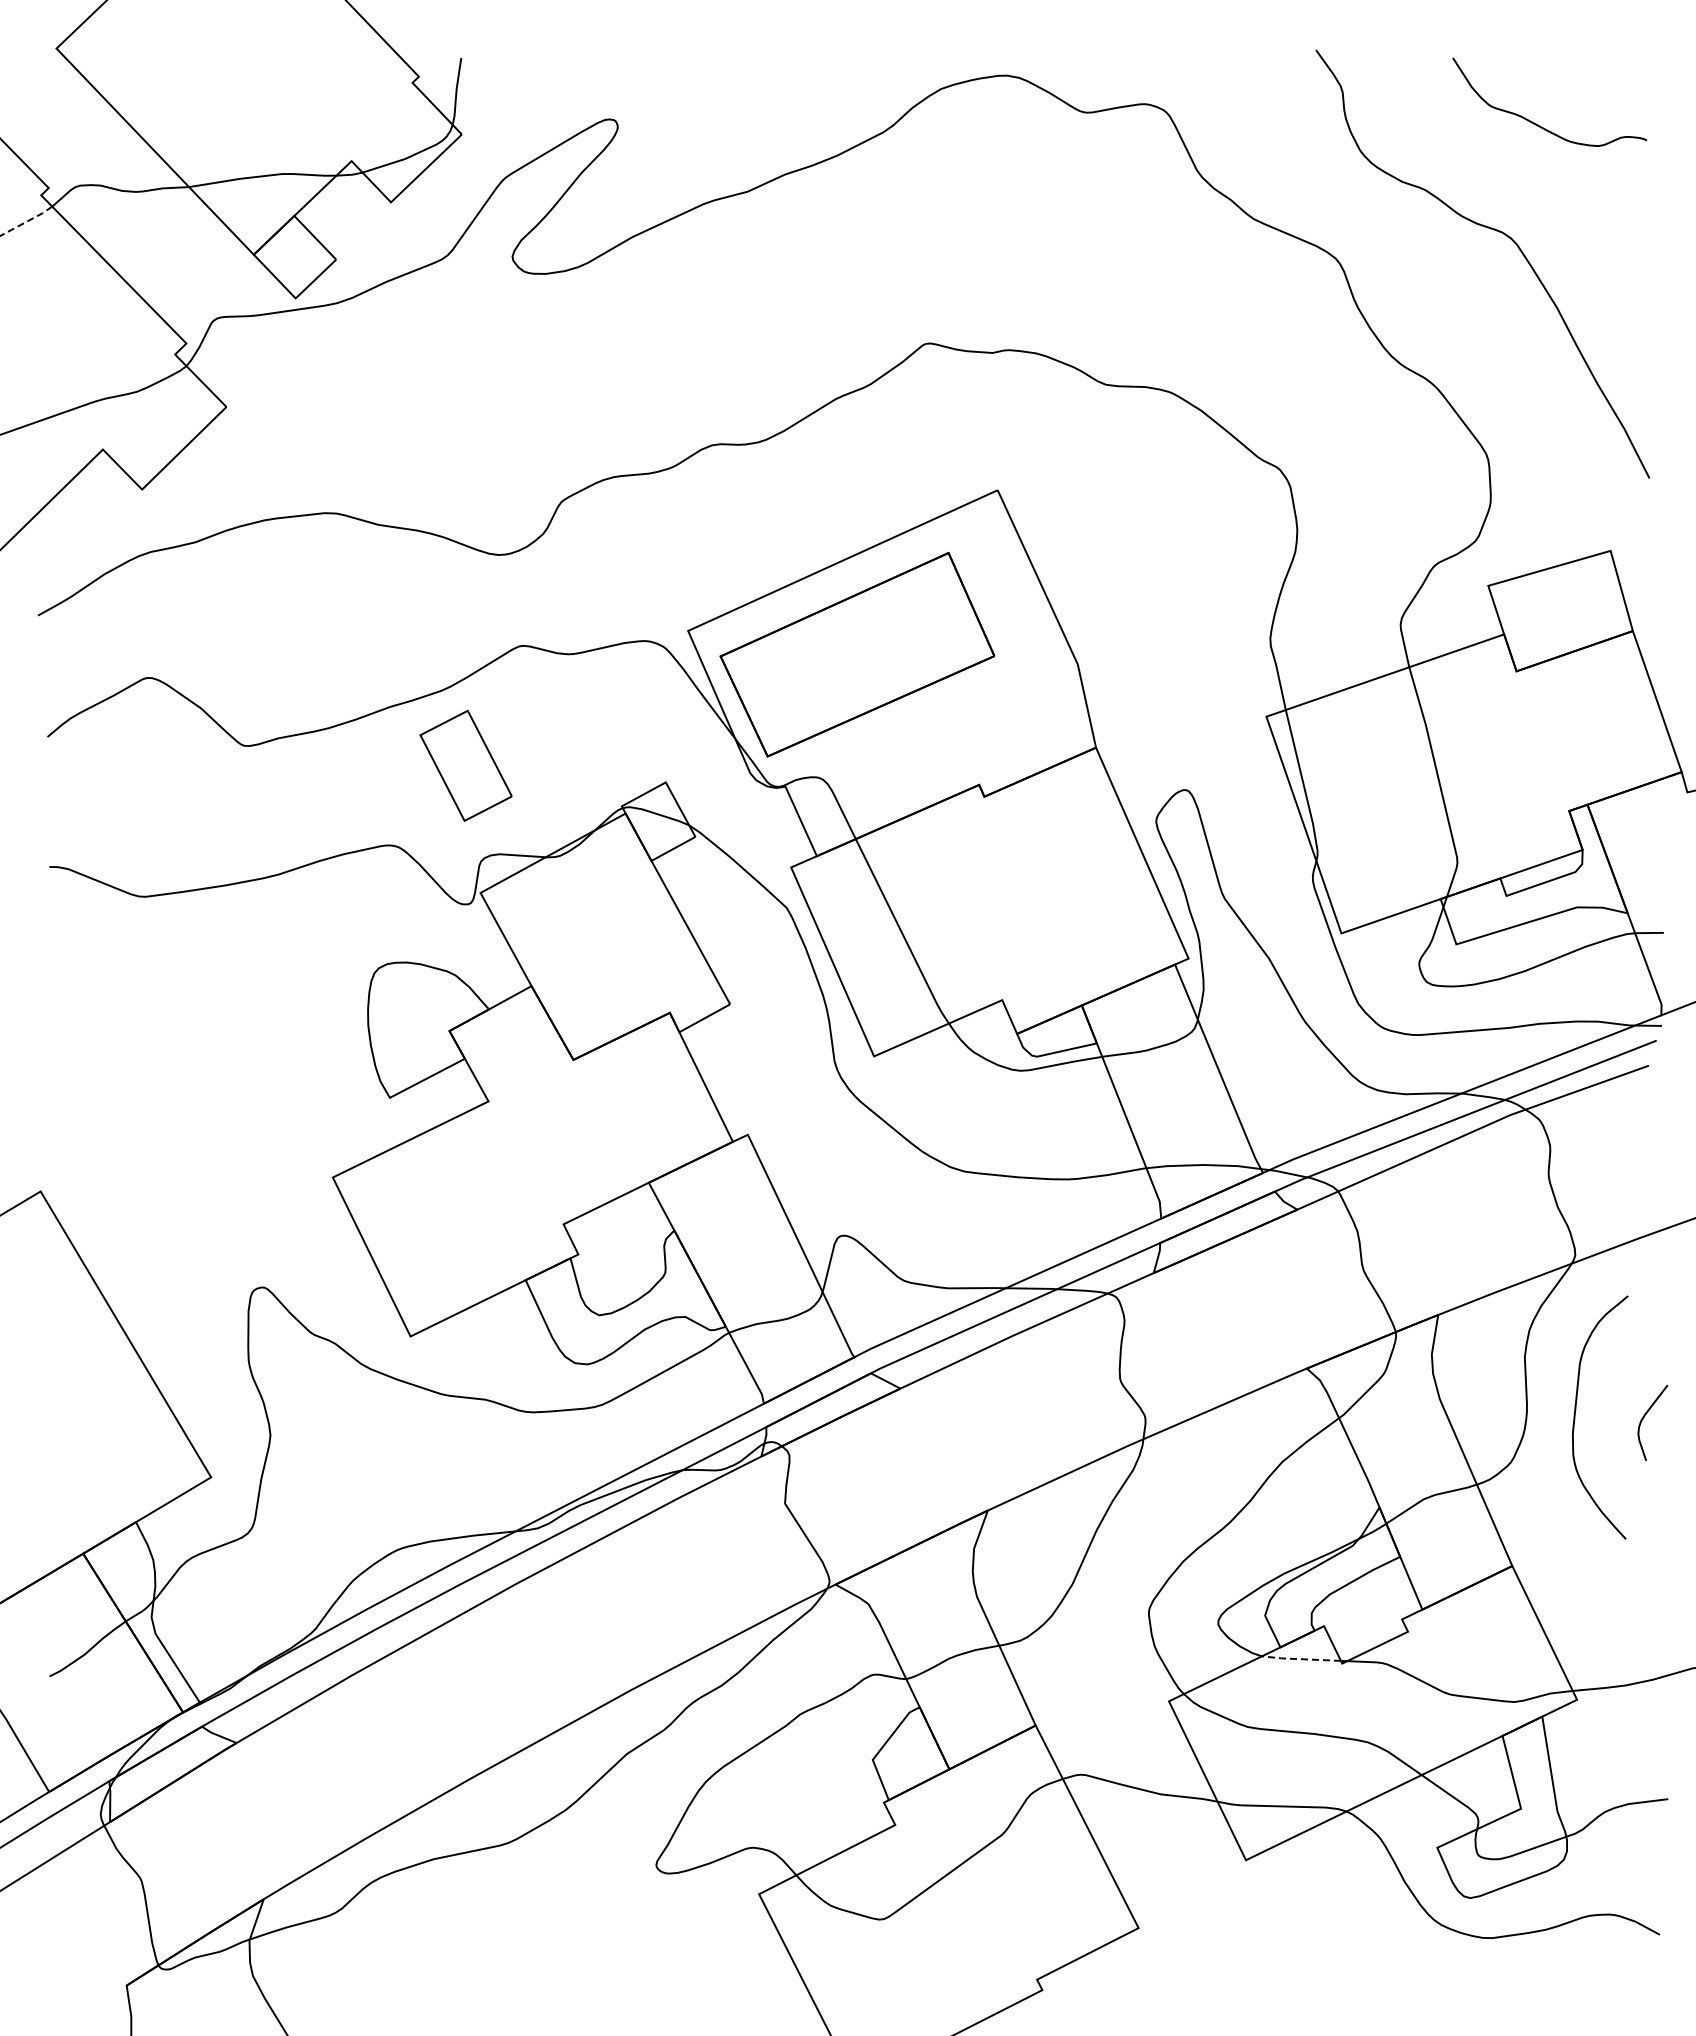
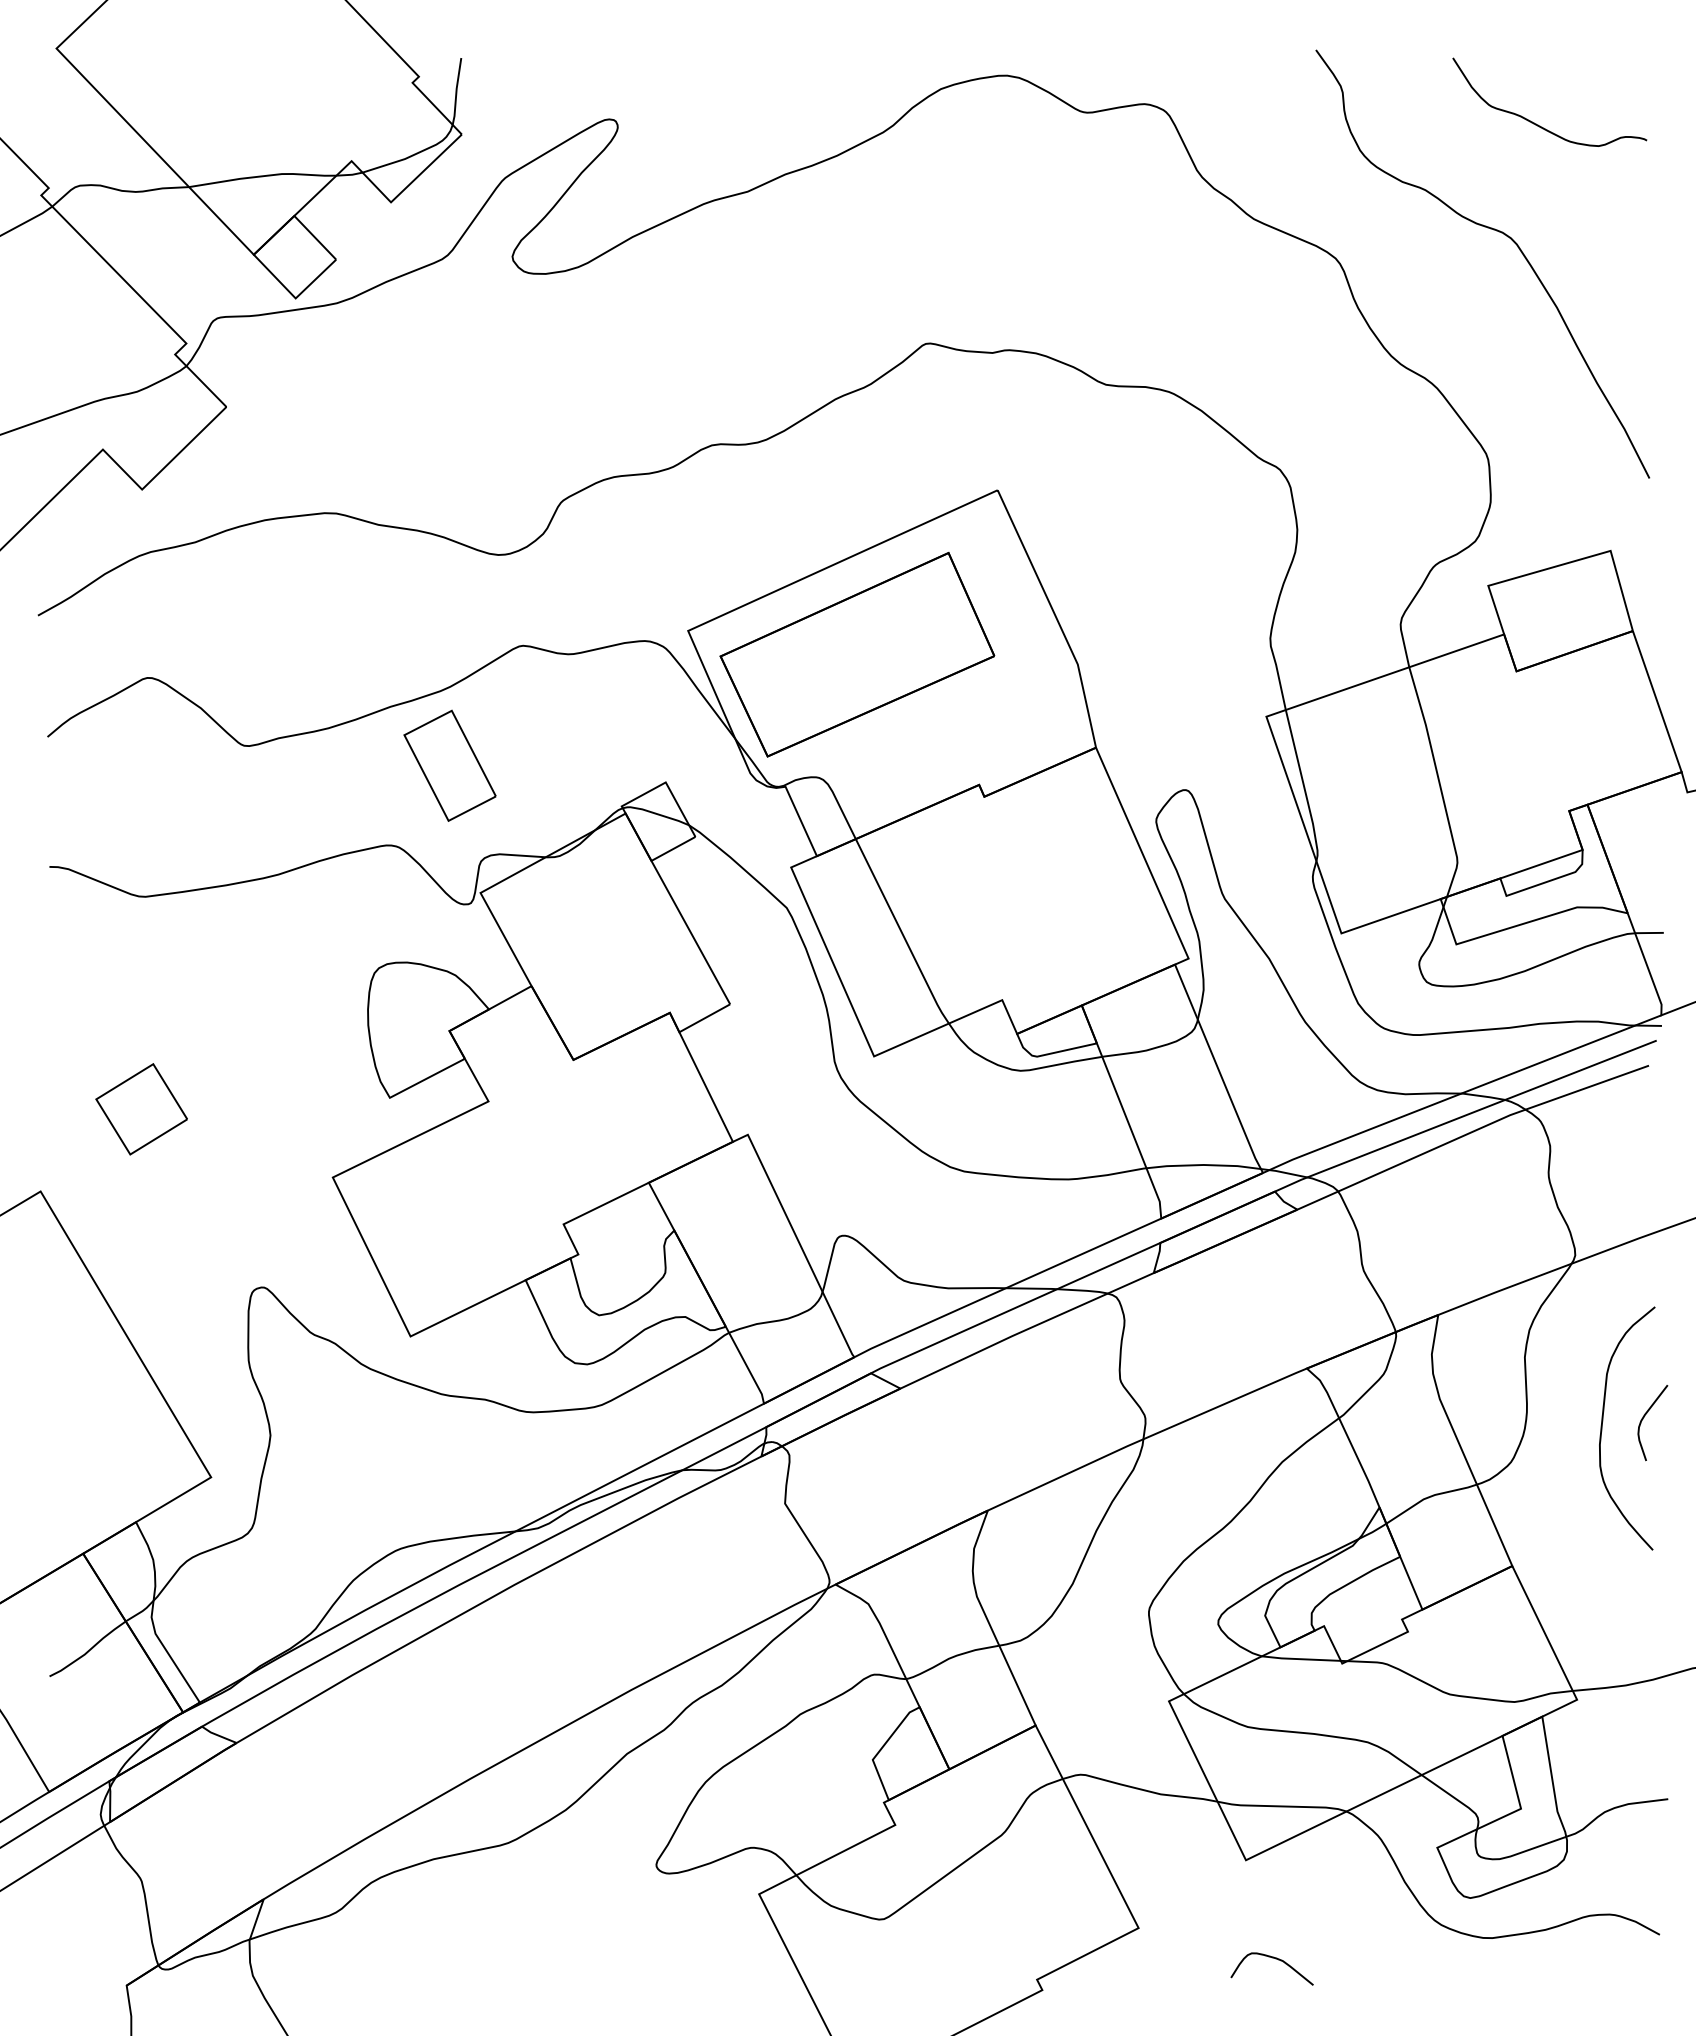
line at (26, 221): dashed -> solid
part at (465, 765) position: (465, 765) -> (449, 765)
part at (141, 1109): none -> present
curve at (1576, 1410) position: (1576, 1410) -> (1603, 1421)
line at (1300, 1659): dashed -> solid
curve at (1275, 1959): none -> present
